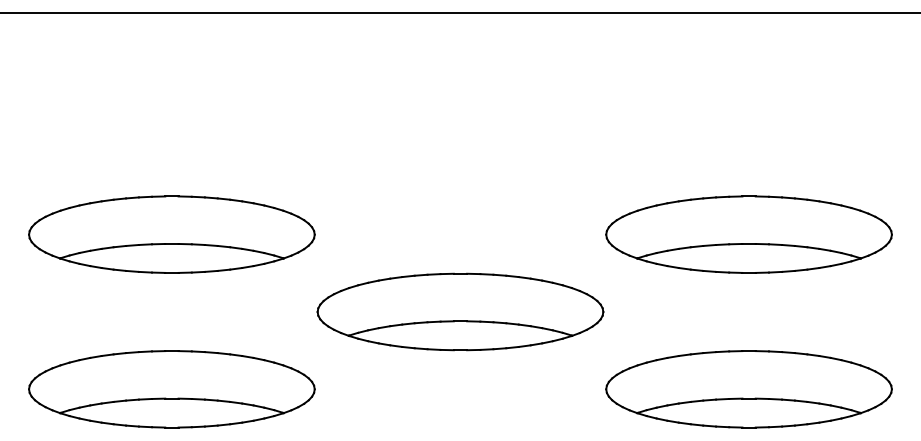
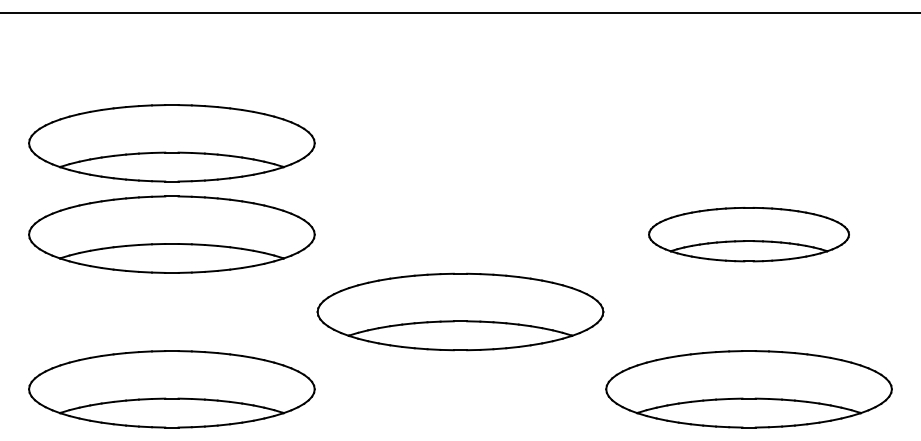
part at (171, 143): none -> present
part at (748, 234) size: 288x79 px -> 202x56 px
